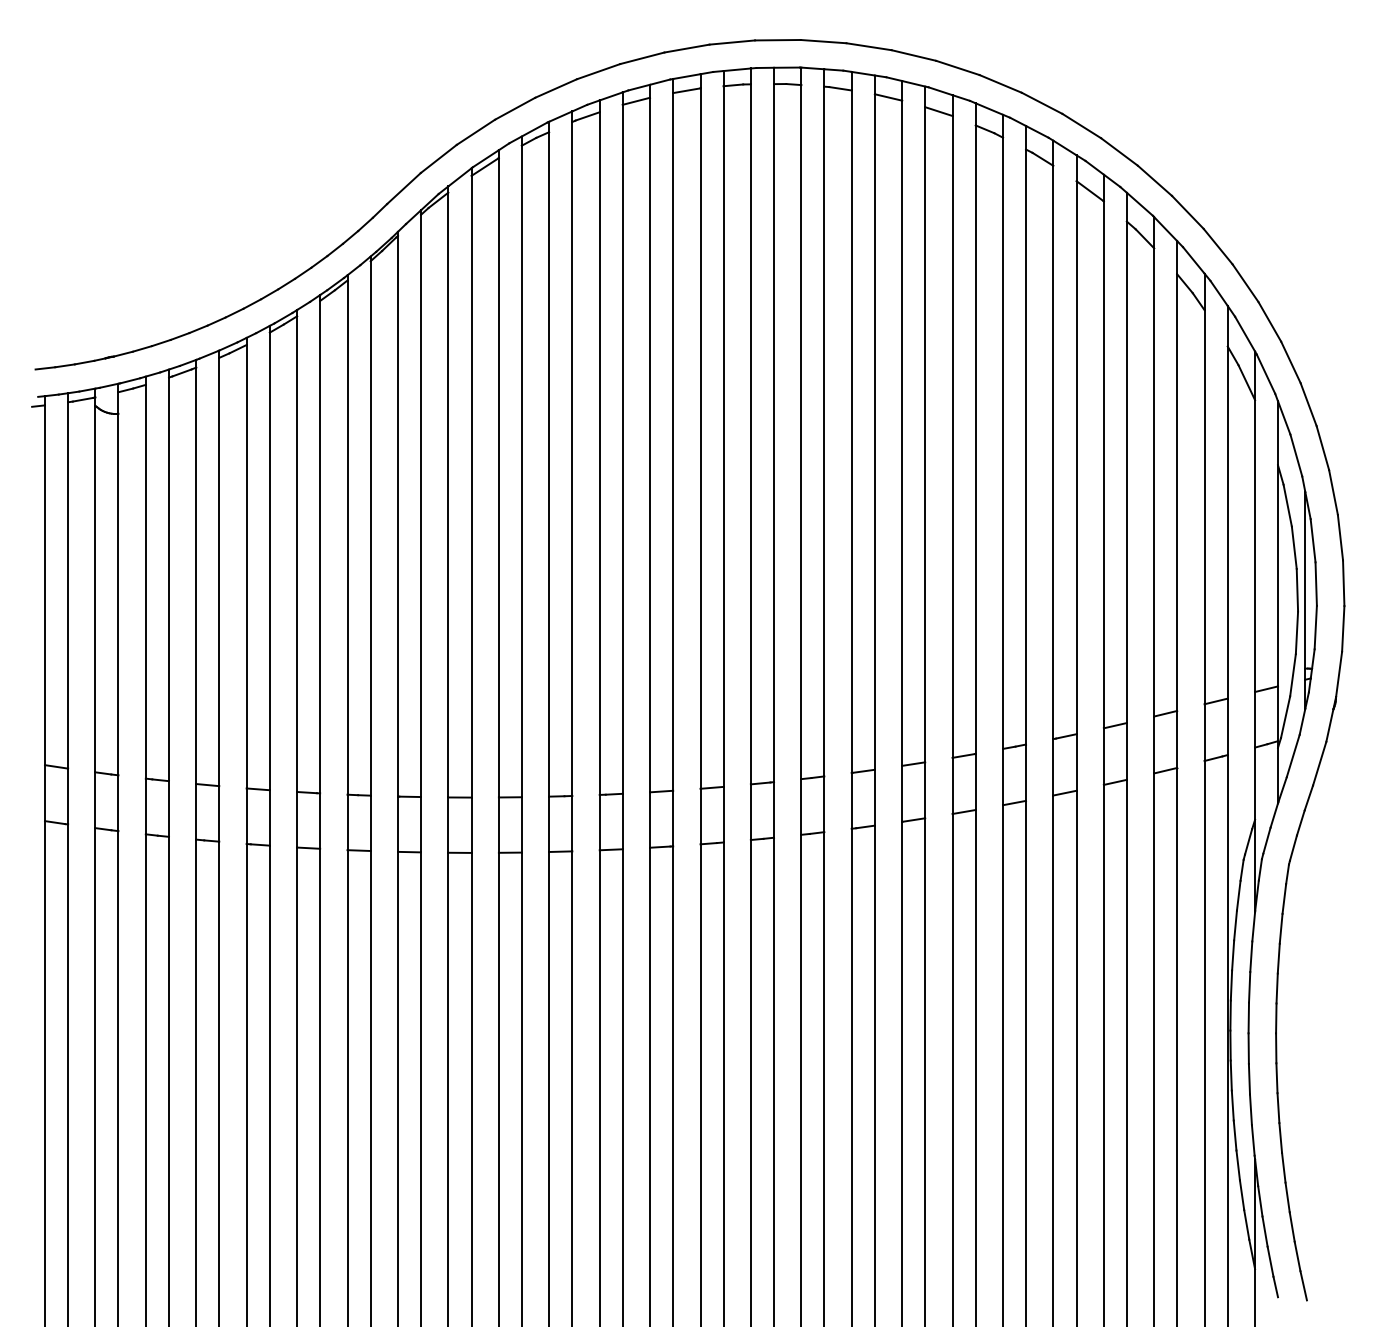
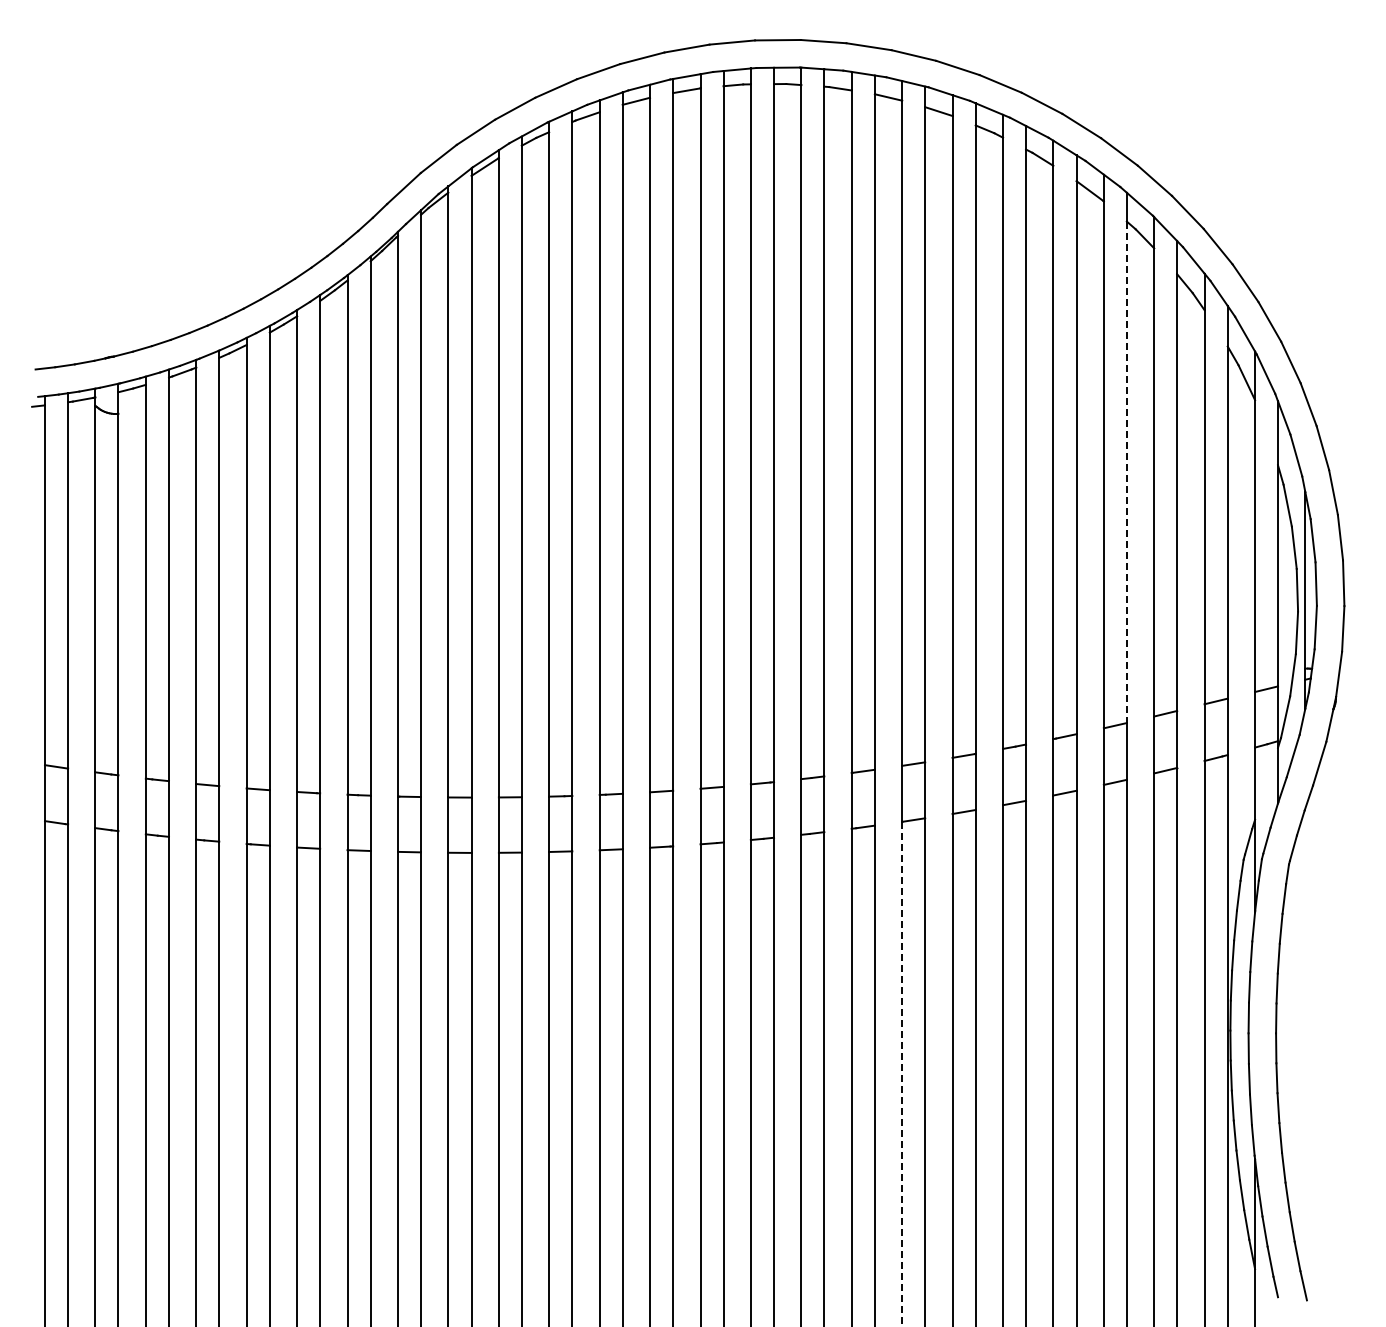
line at (1126, 472): solid -> dashed
line at (902, 1074): solid -> dashed
